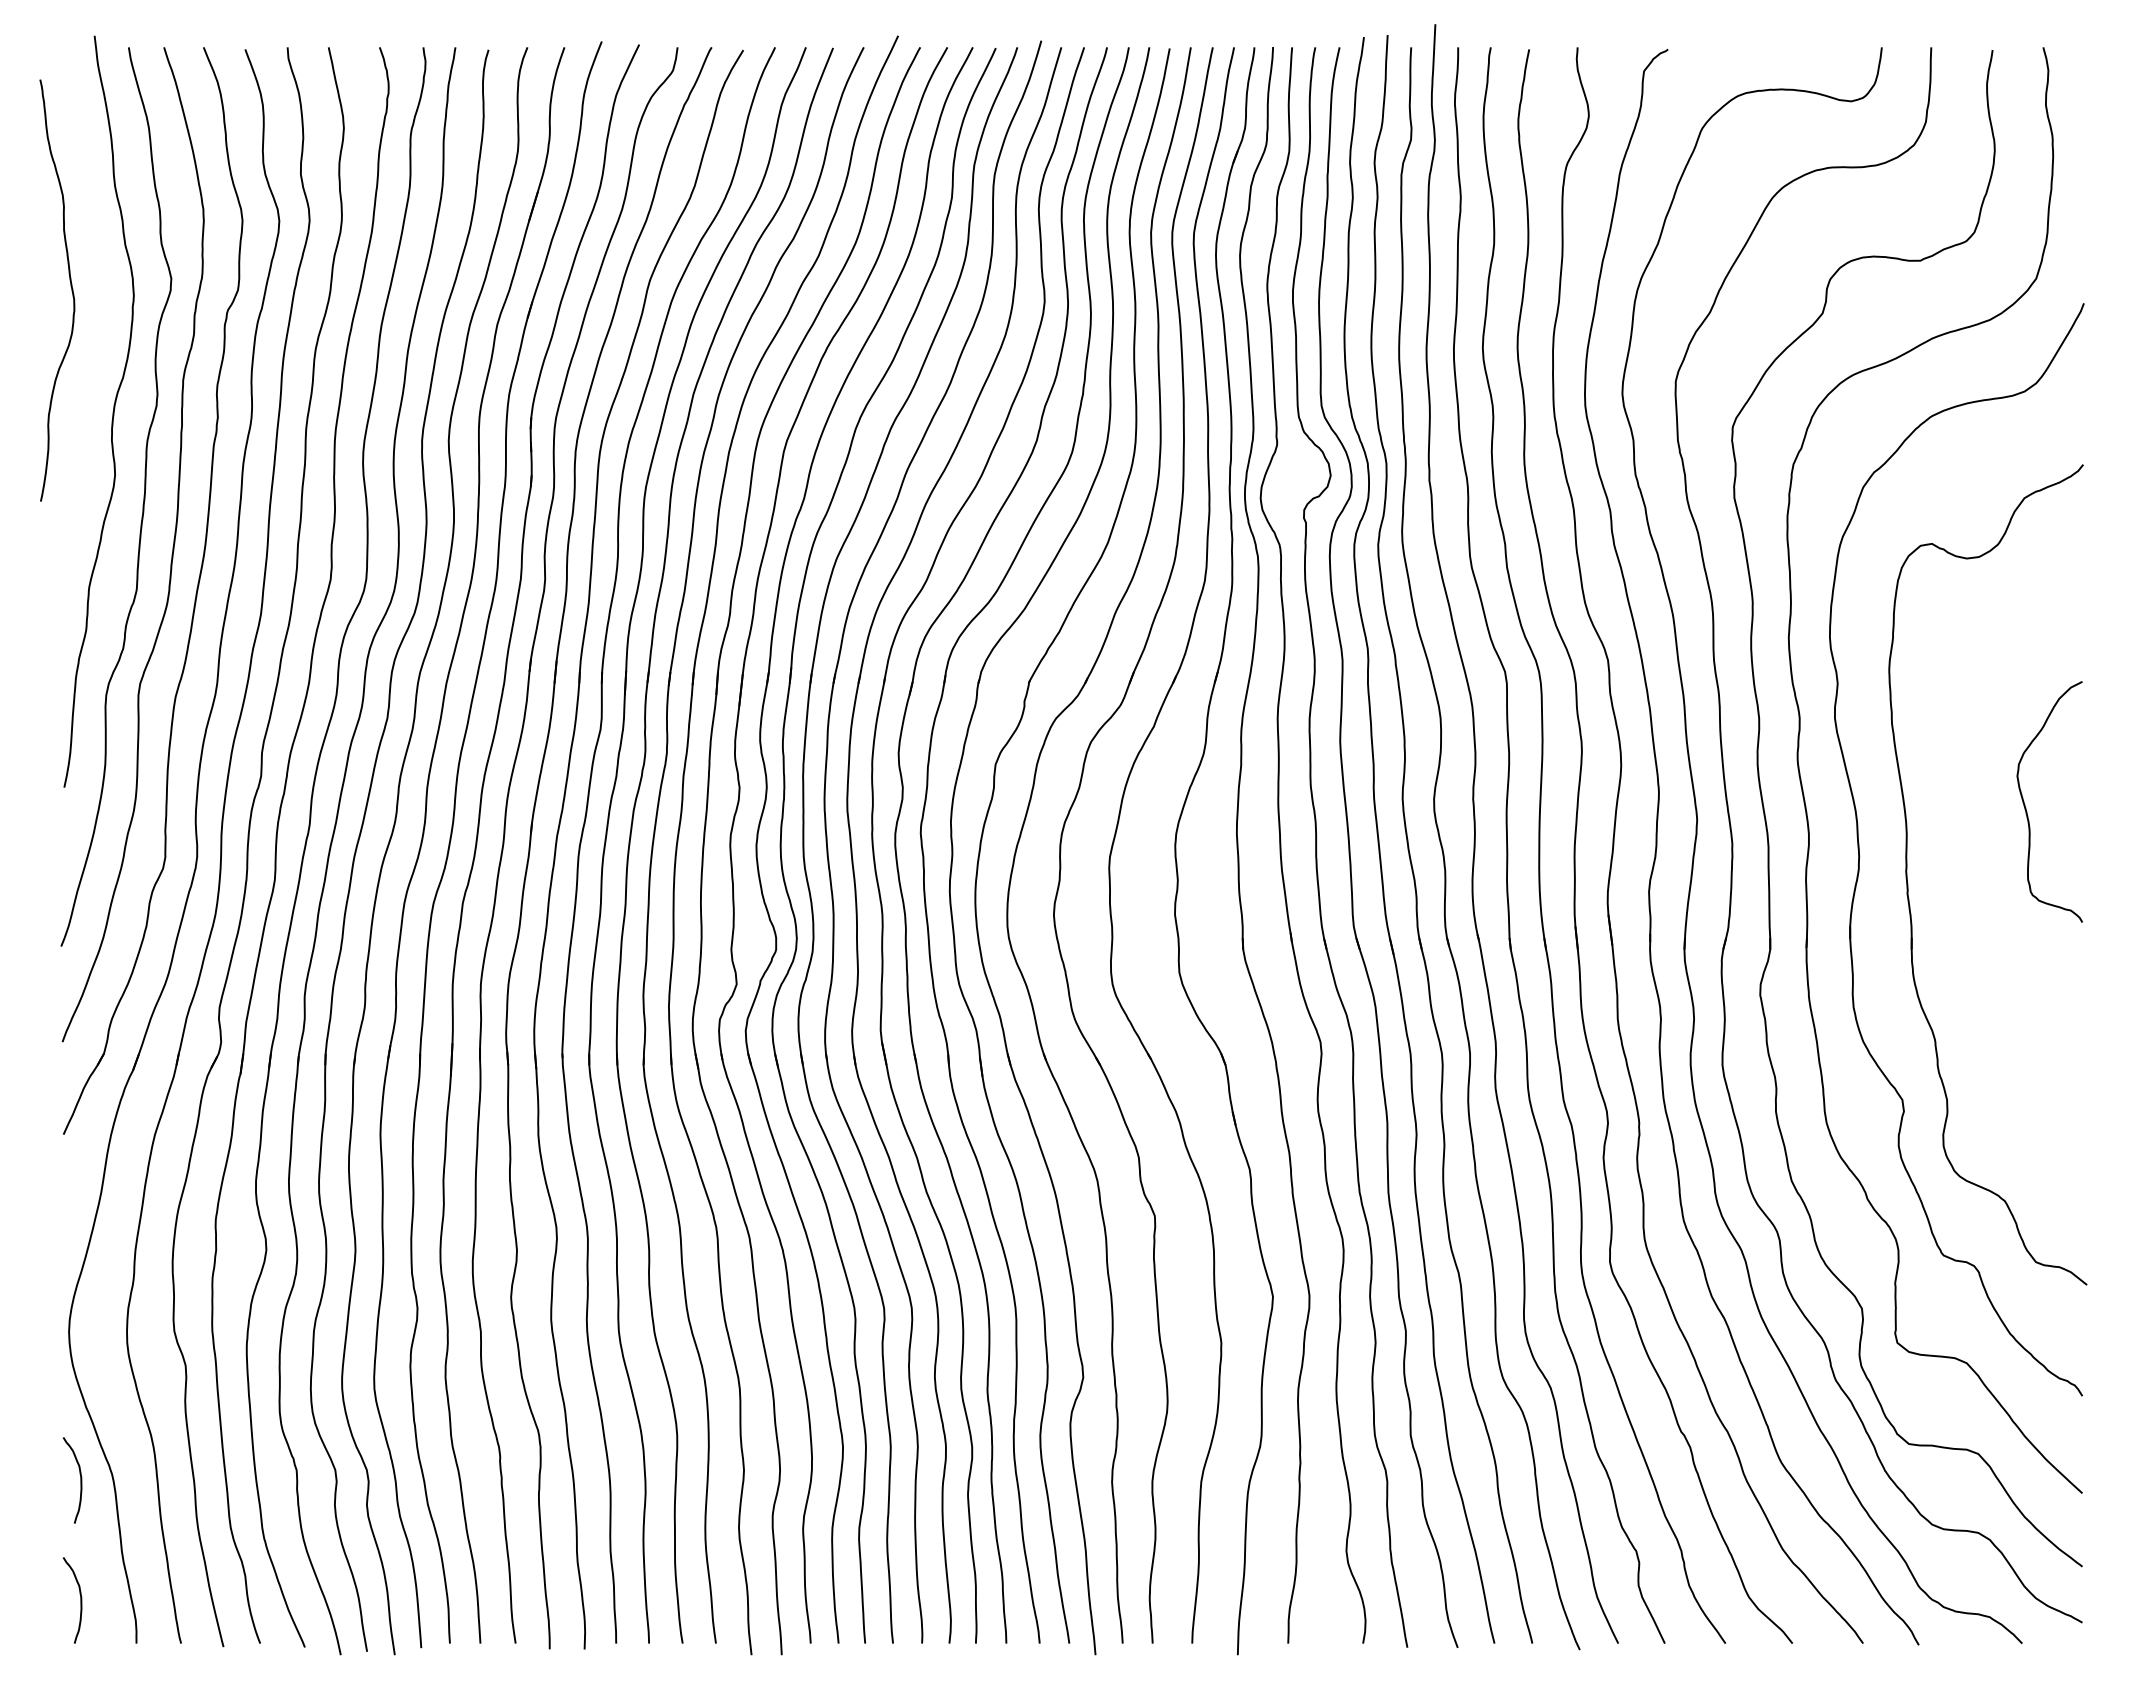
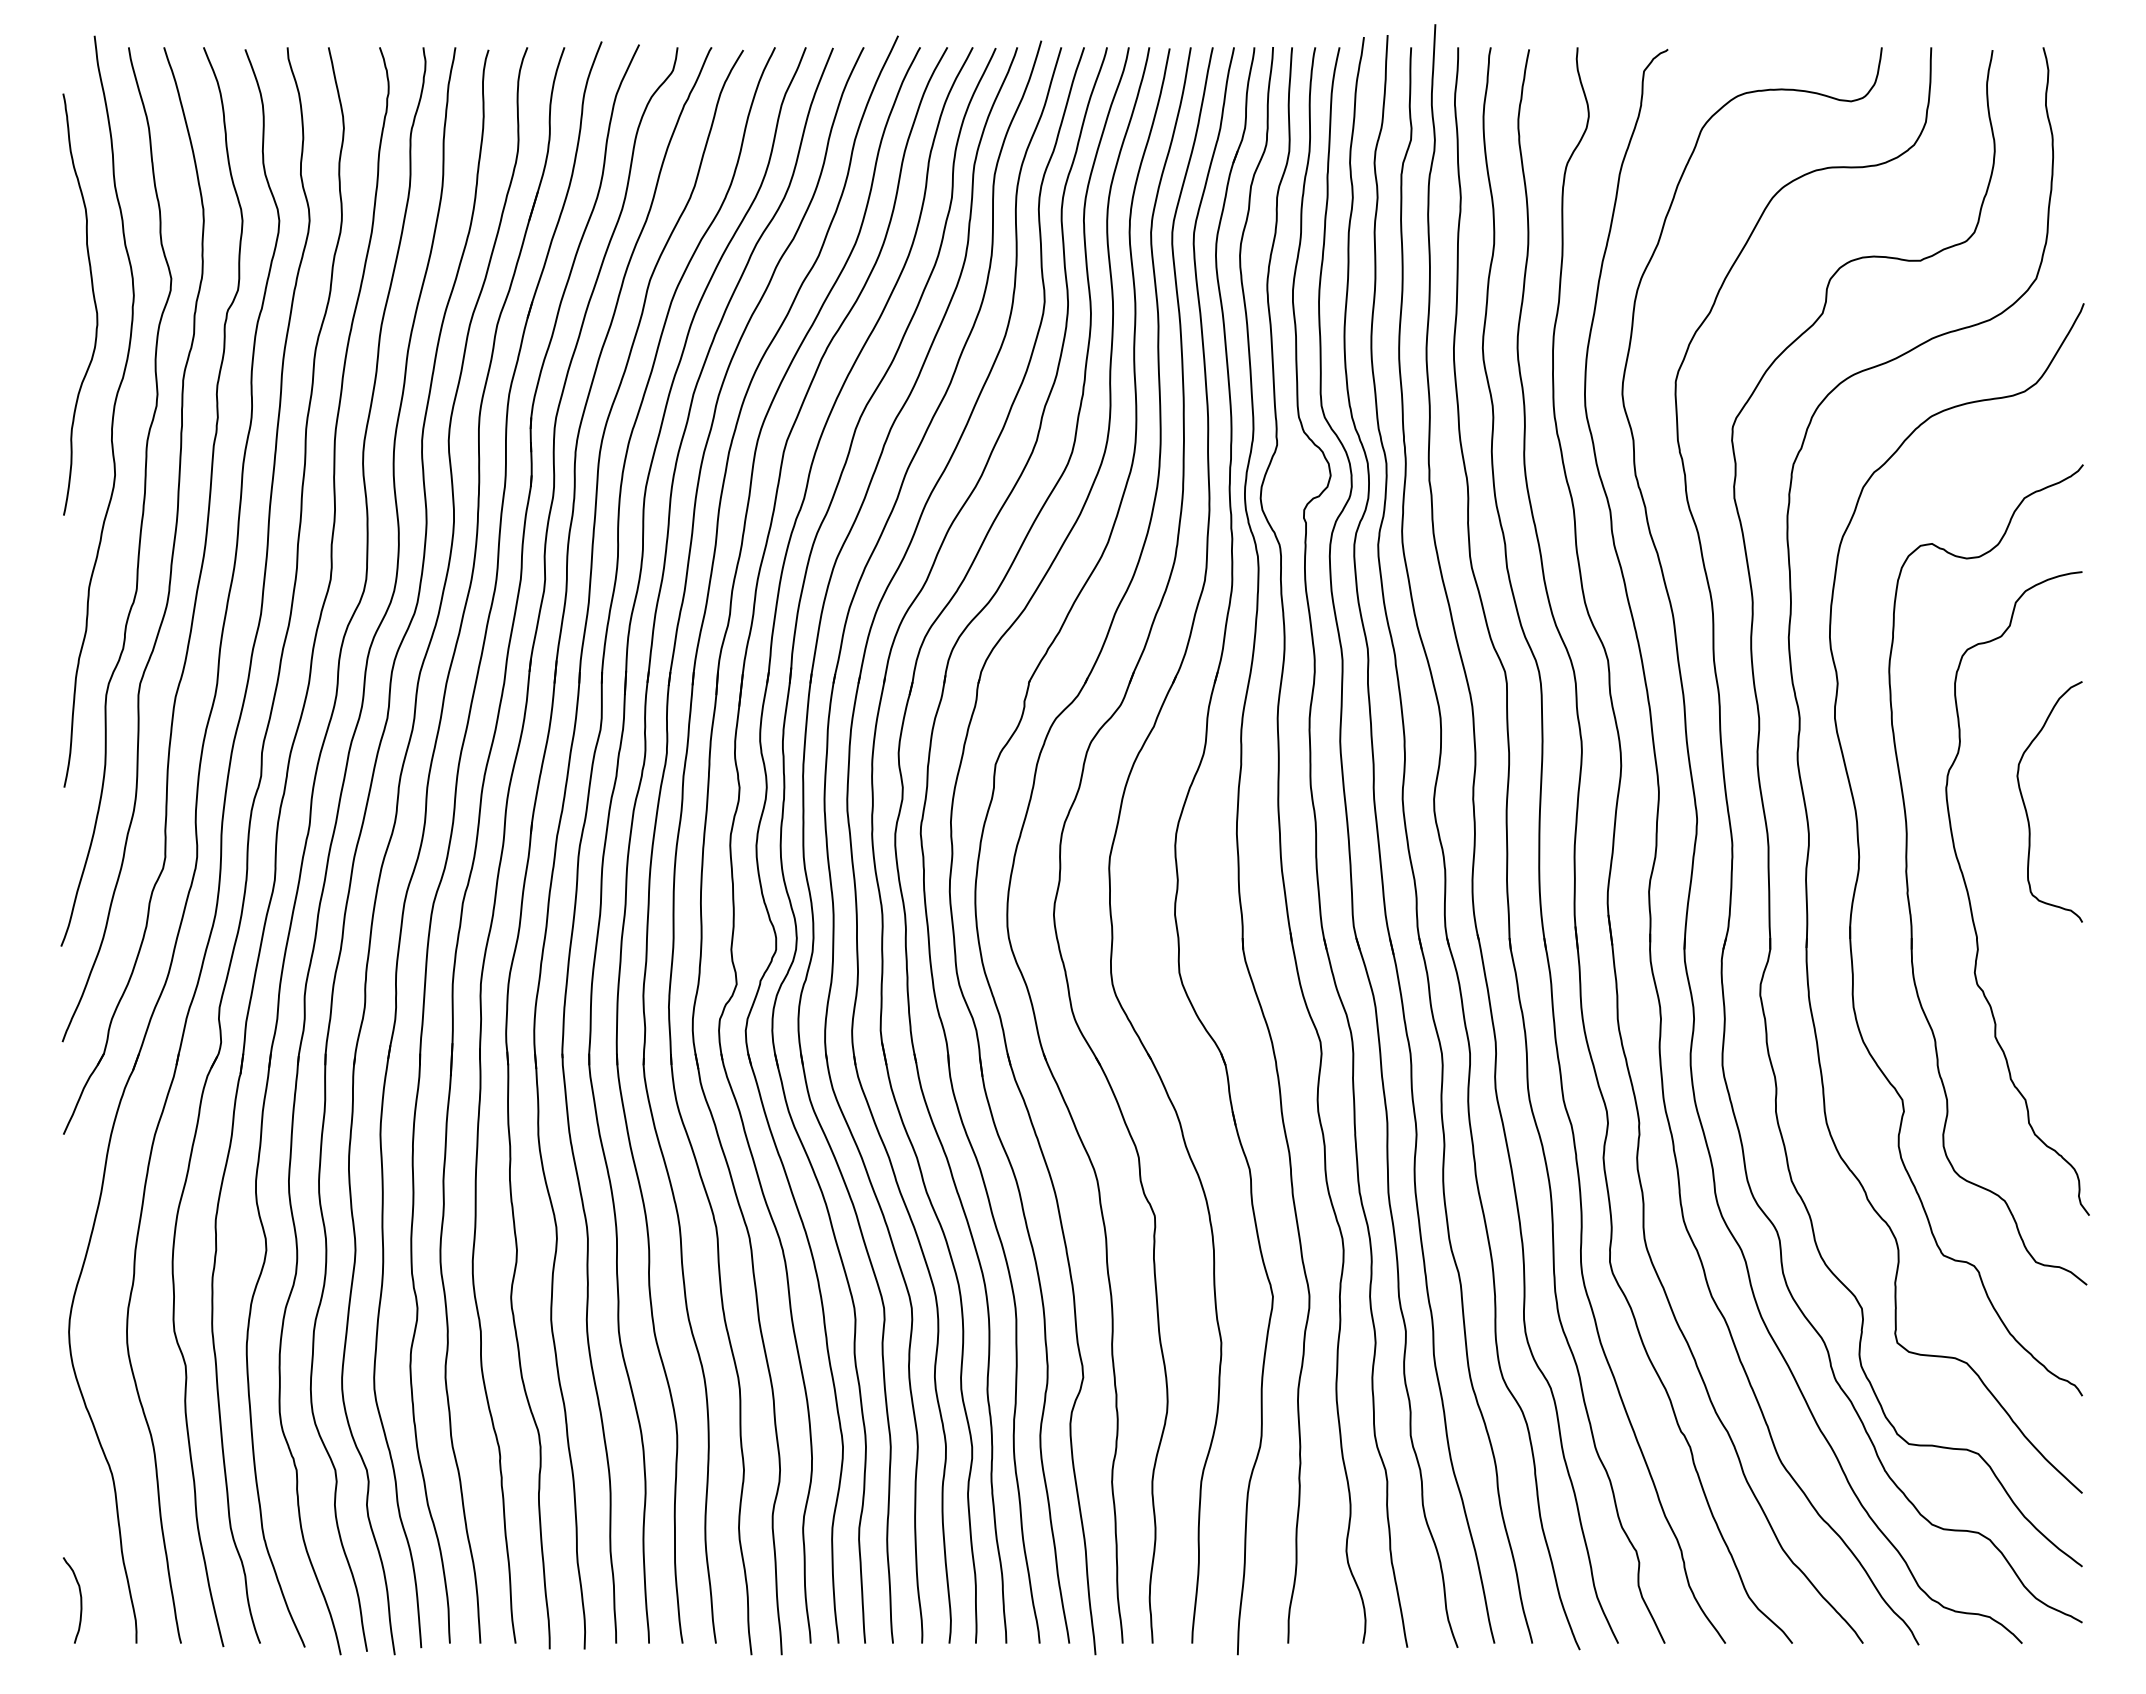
curve at (70, 286) position: (70, 286) -> (93, 300)
part at (1971, 904): none -> present
curve at (80, 1480): present -> none
